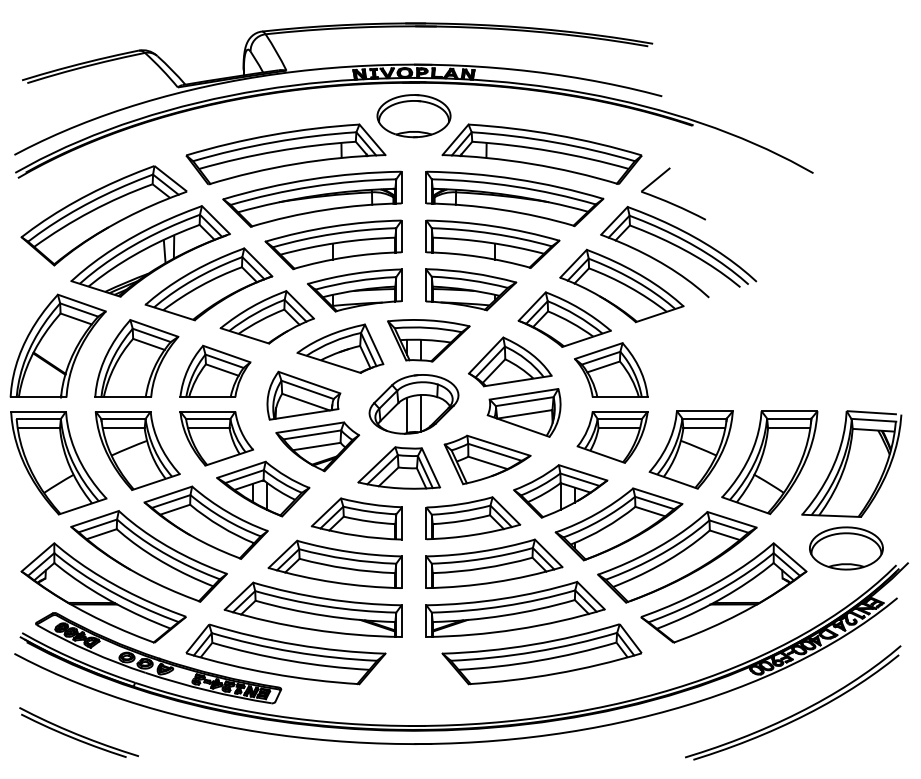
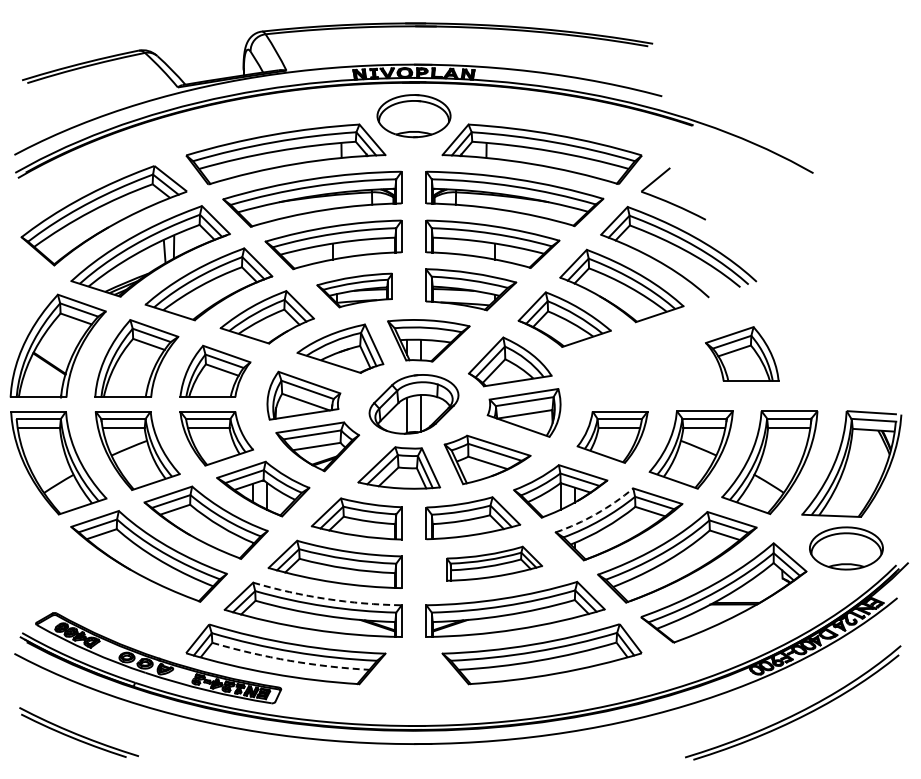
part at (354, 290) size: 96x45 px -> 77x37 px
part at (611, 369) position: (611, 369) -> (742, 353)
arc at (596, 513): solid -> dashed
part at (494, 563) size: 139x51 px -> 97x37 px
part at (103, 592): present -> none
arc at (326, 598): solid -> dashed
arc at (290, 660): solid -> dashed
